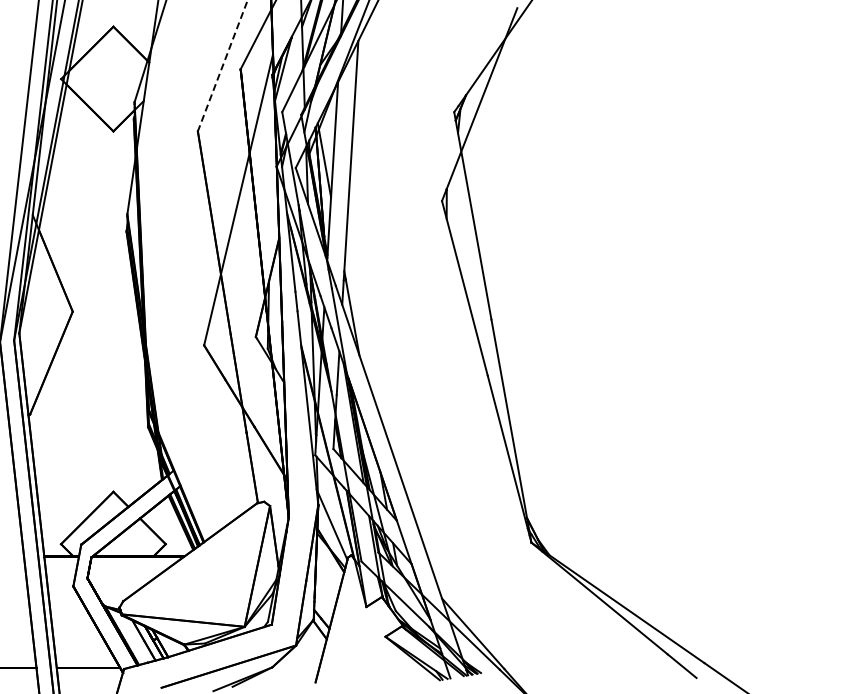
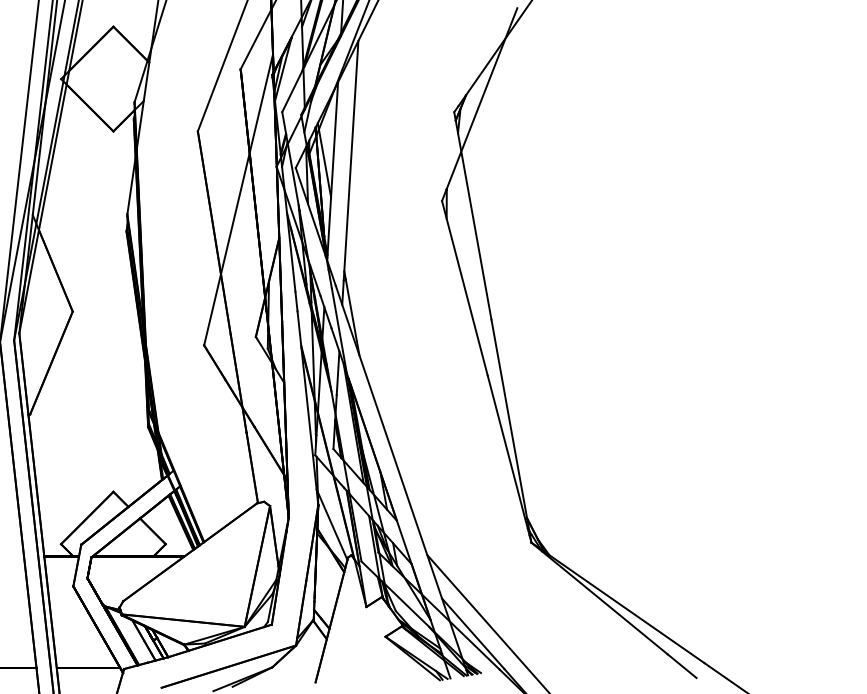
line at (222, 65): dashed -> solid
line at (487, 622): none -> present
